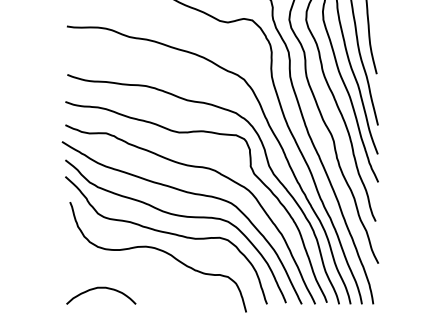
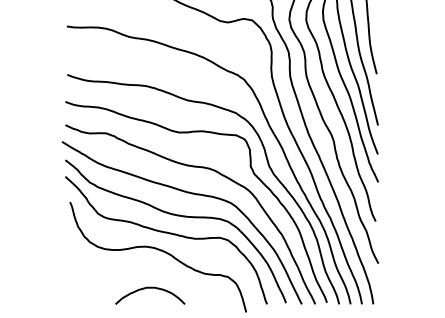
curve at (101, 288) position: (101, 288) -> (150, 288)
